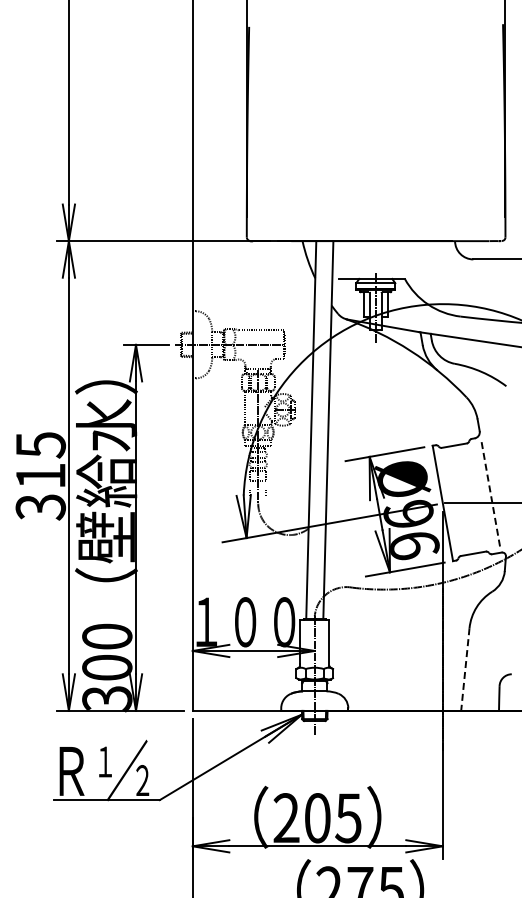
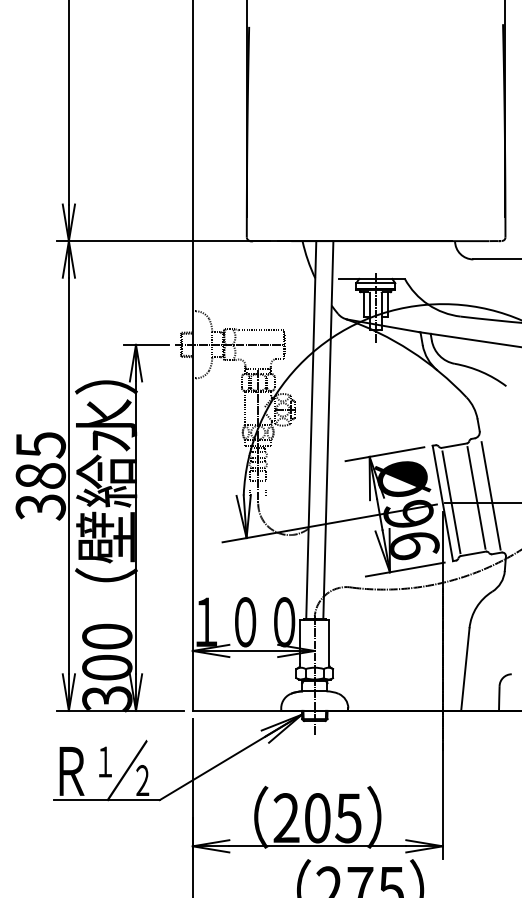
text at (40, 475): 315 -> 385
line at (491, 495): dashed -> solid
line at (476, 497): none -> present
line at (451, 502): none -> present
line at (465, 669): dashed -> solid
